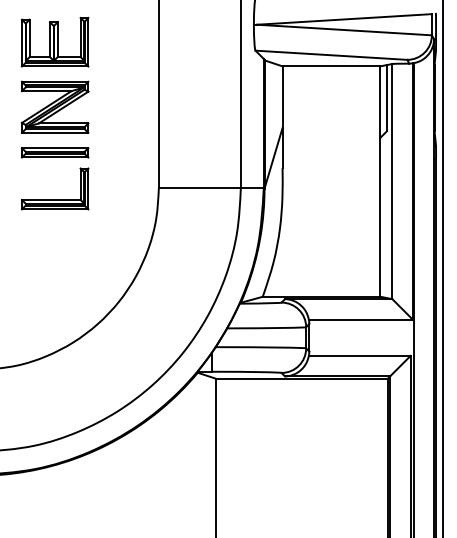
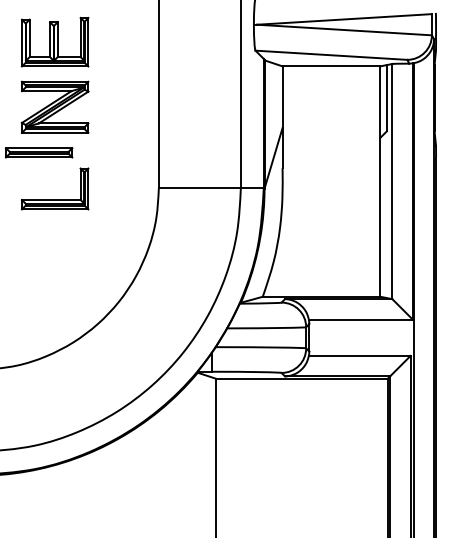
part at (54, 152) position: (54, 152) -> (38, 152)
line at (443, 268): present -> none
